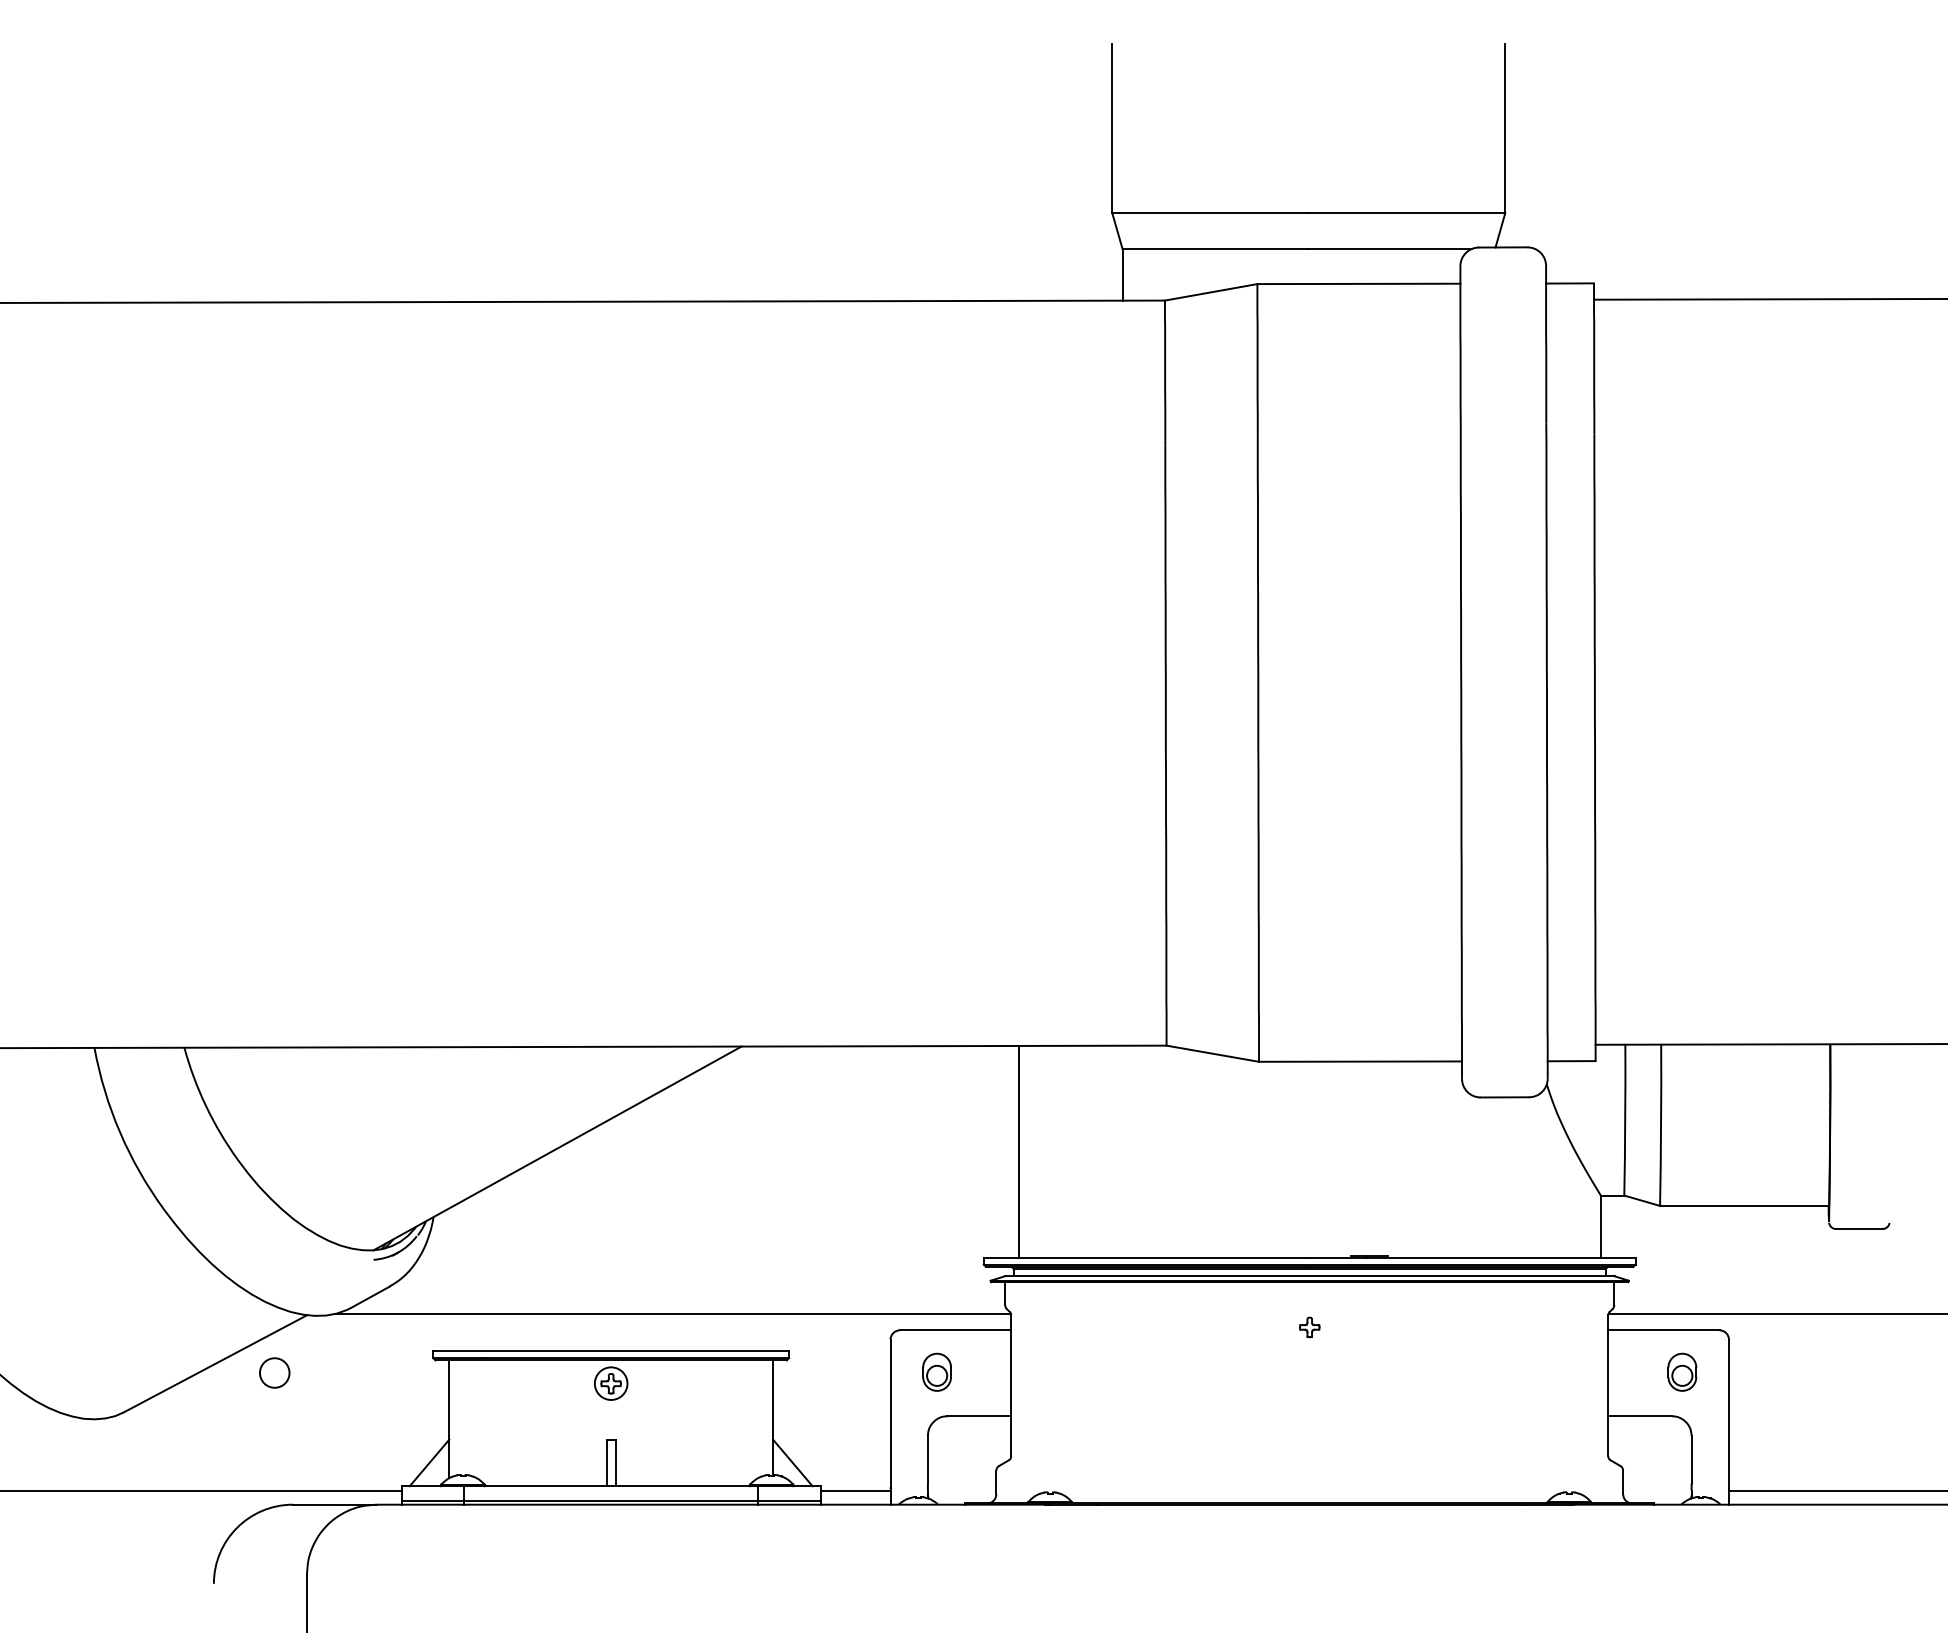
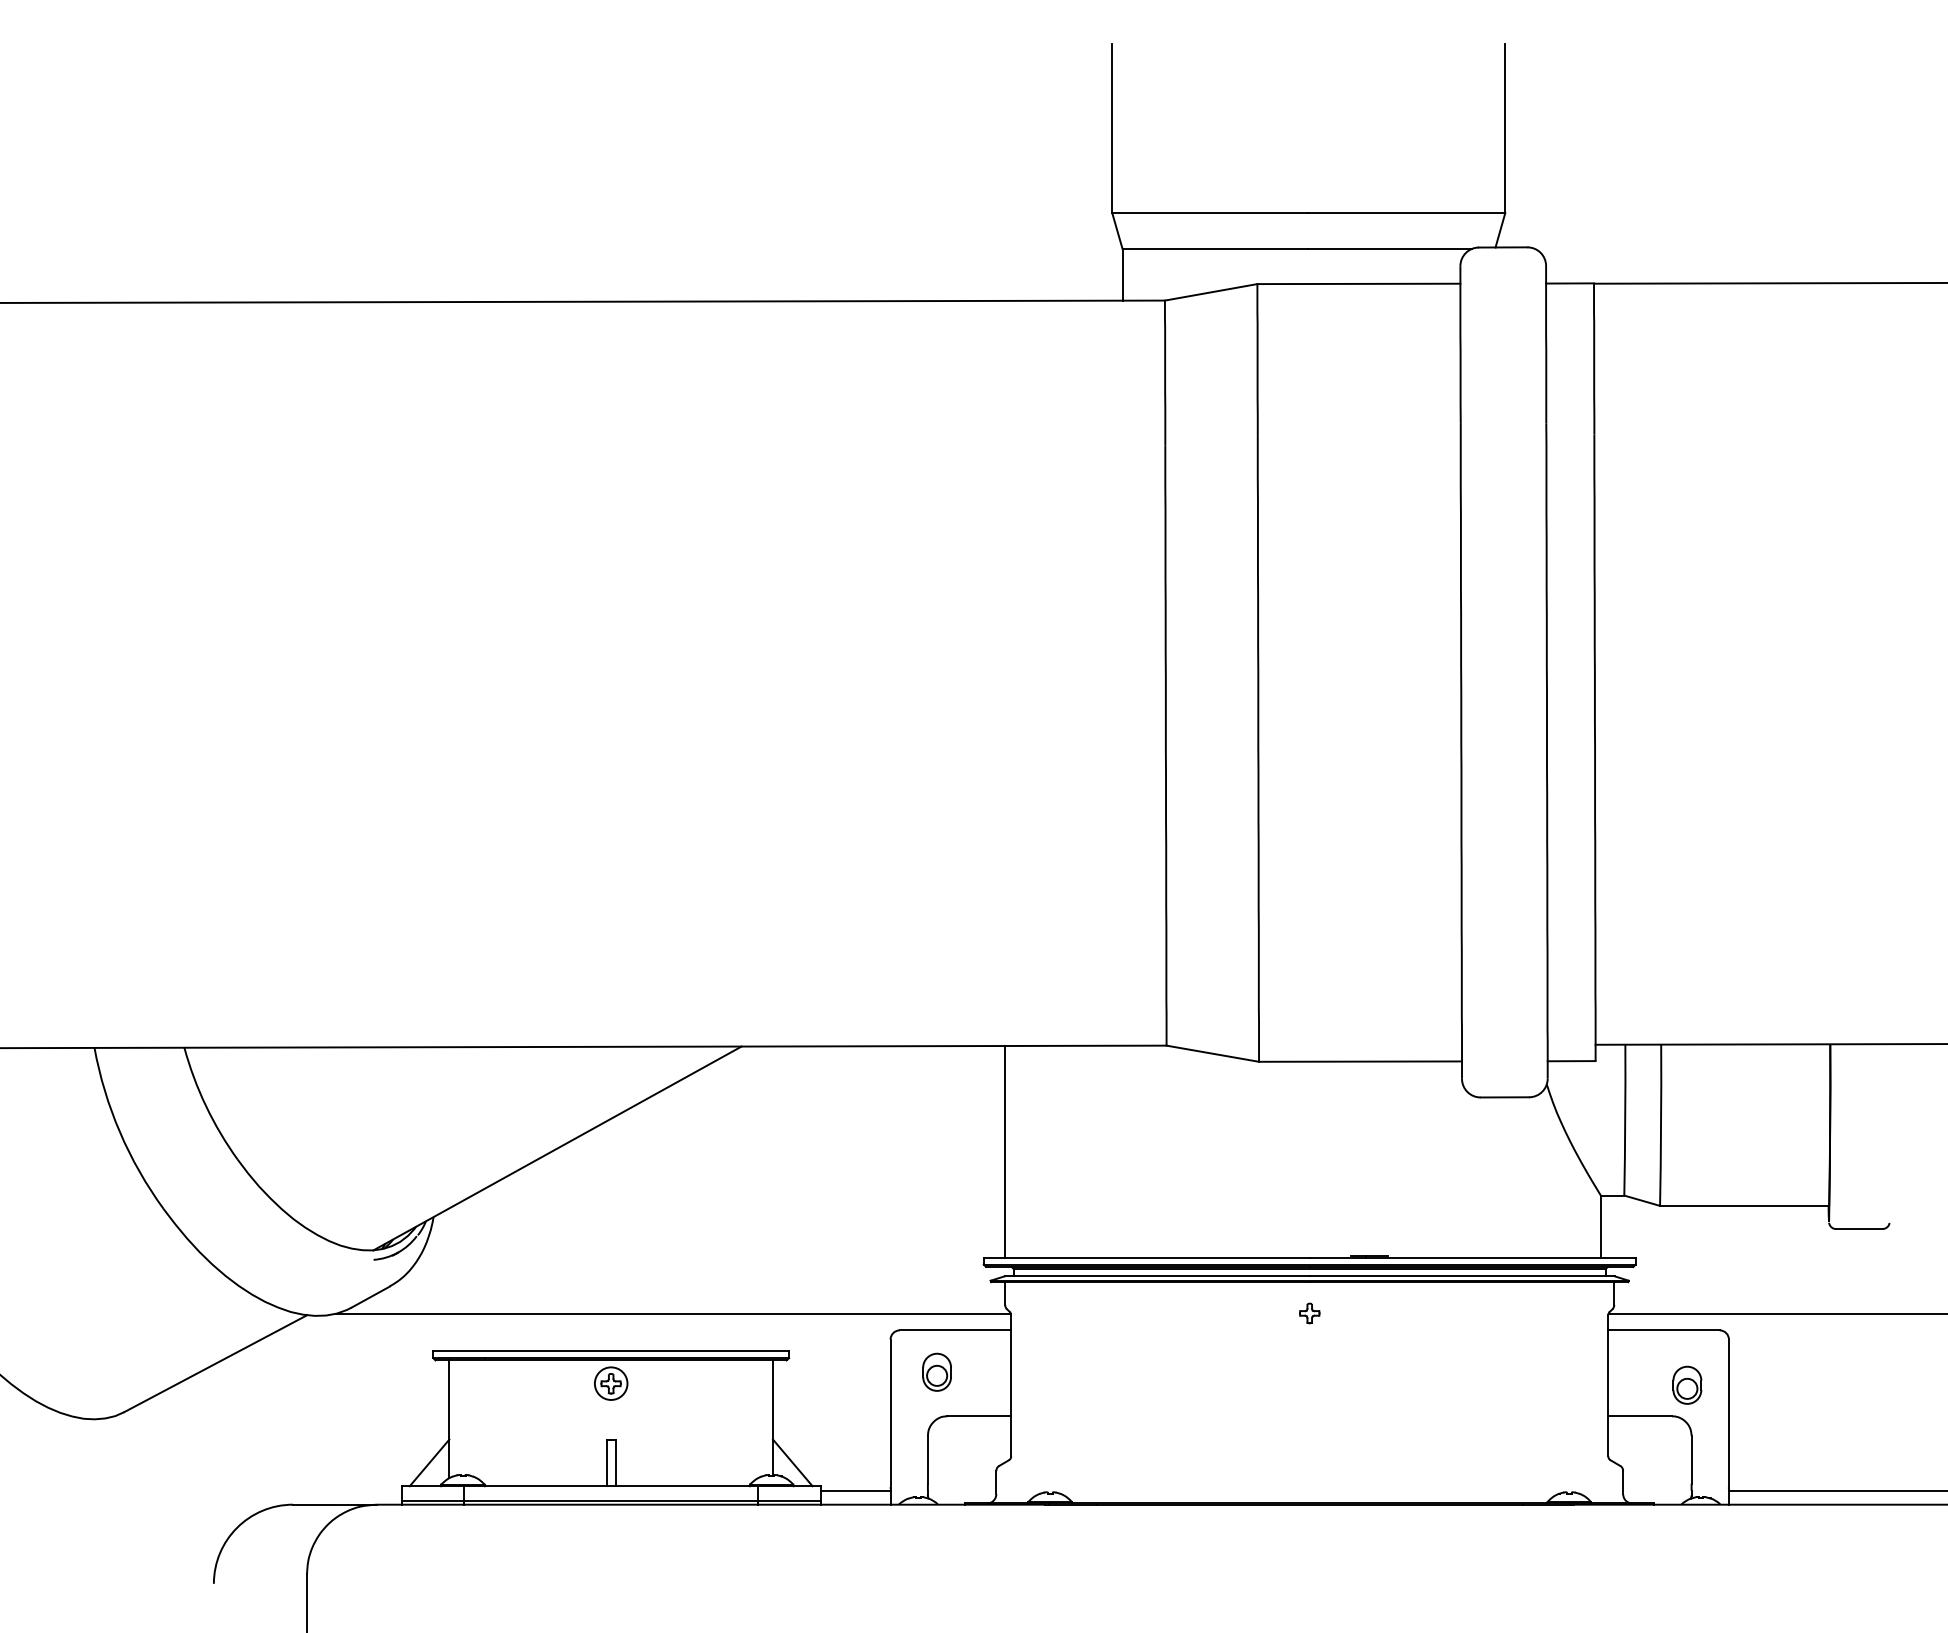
line at (1769, 298) position: (1769, 298) -> (1769, 282)
line at (1018, 1151) position: (1018, 1151) -> (1004, 1151)
part at (1309, 1327) position: (1309, 1327) -> (1309, 1313)
part at (1682, 1371) position: (1682, 1371) -> (1687, 1384)
circle at (274, 1372): present -> none
line at (201, 1491): present -> none
